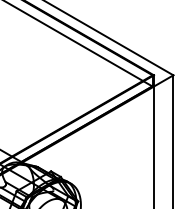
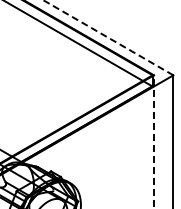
line at (108, 37): solid -> dashed
line at (153, 141): solid -> dashed
